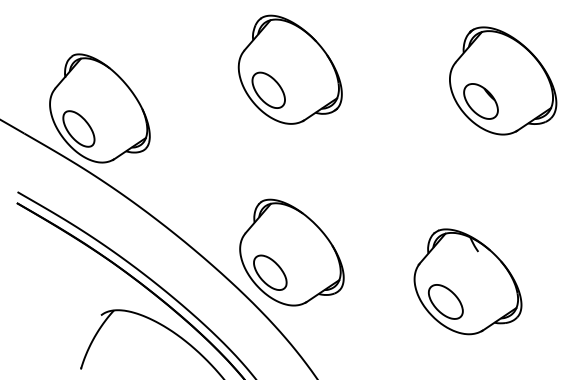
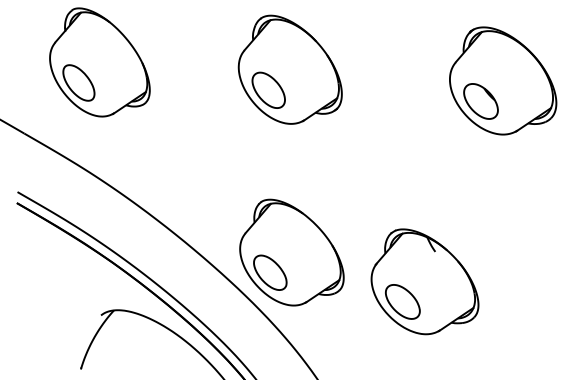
part at (99, 108) position: (99, 108) -> (99, 62)
part at (467, 281) position: (467, 281) -> (424, 281)
